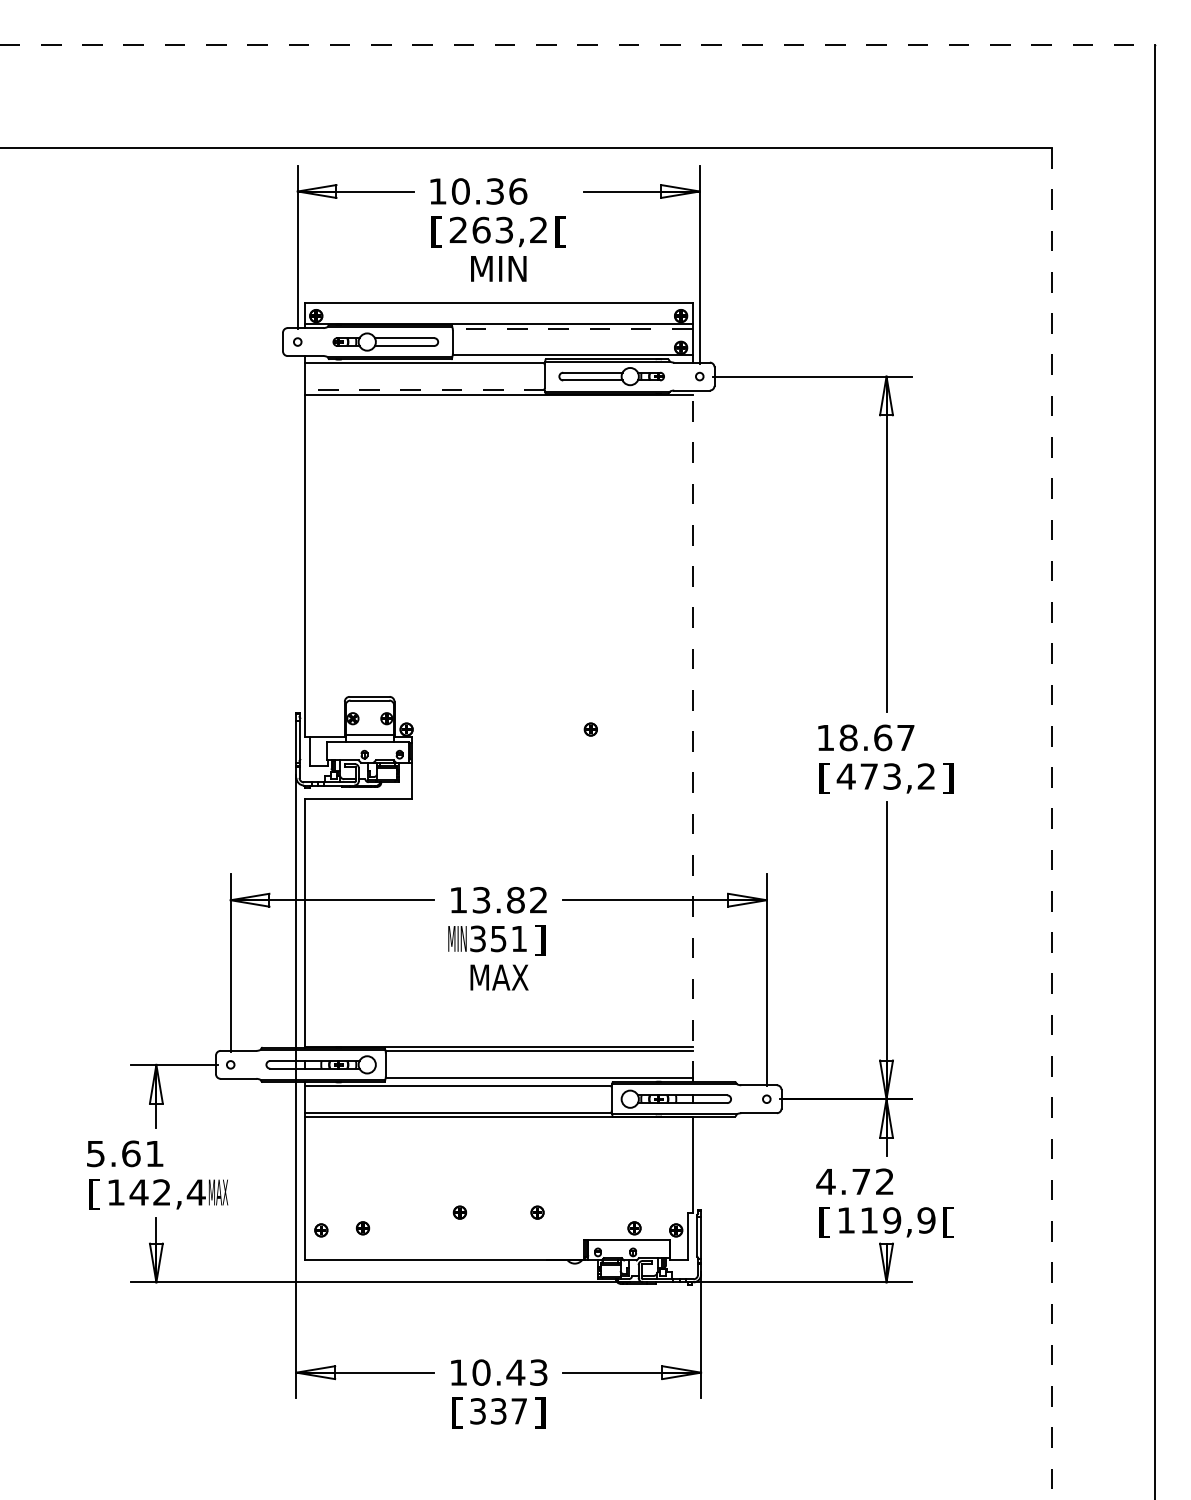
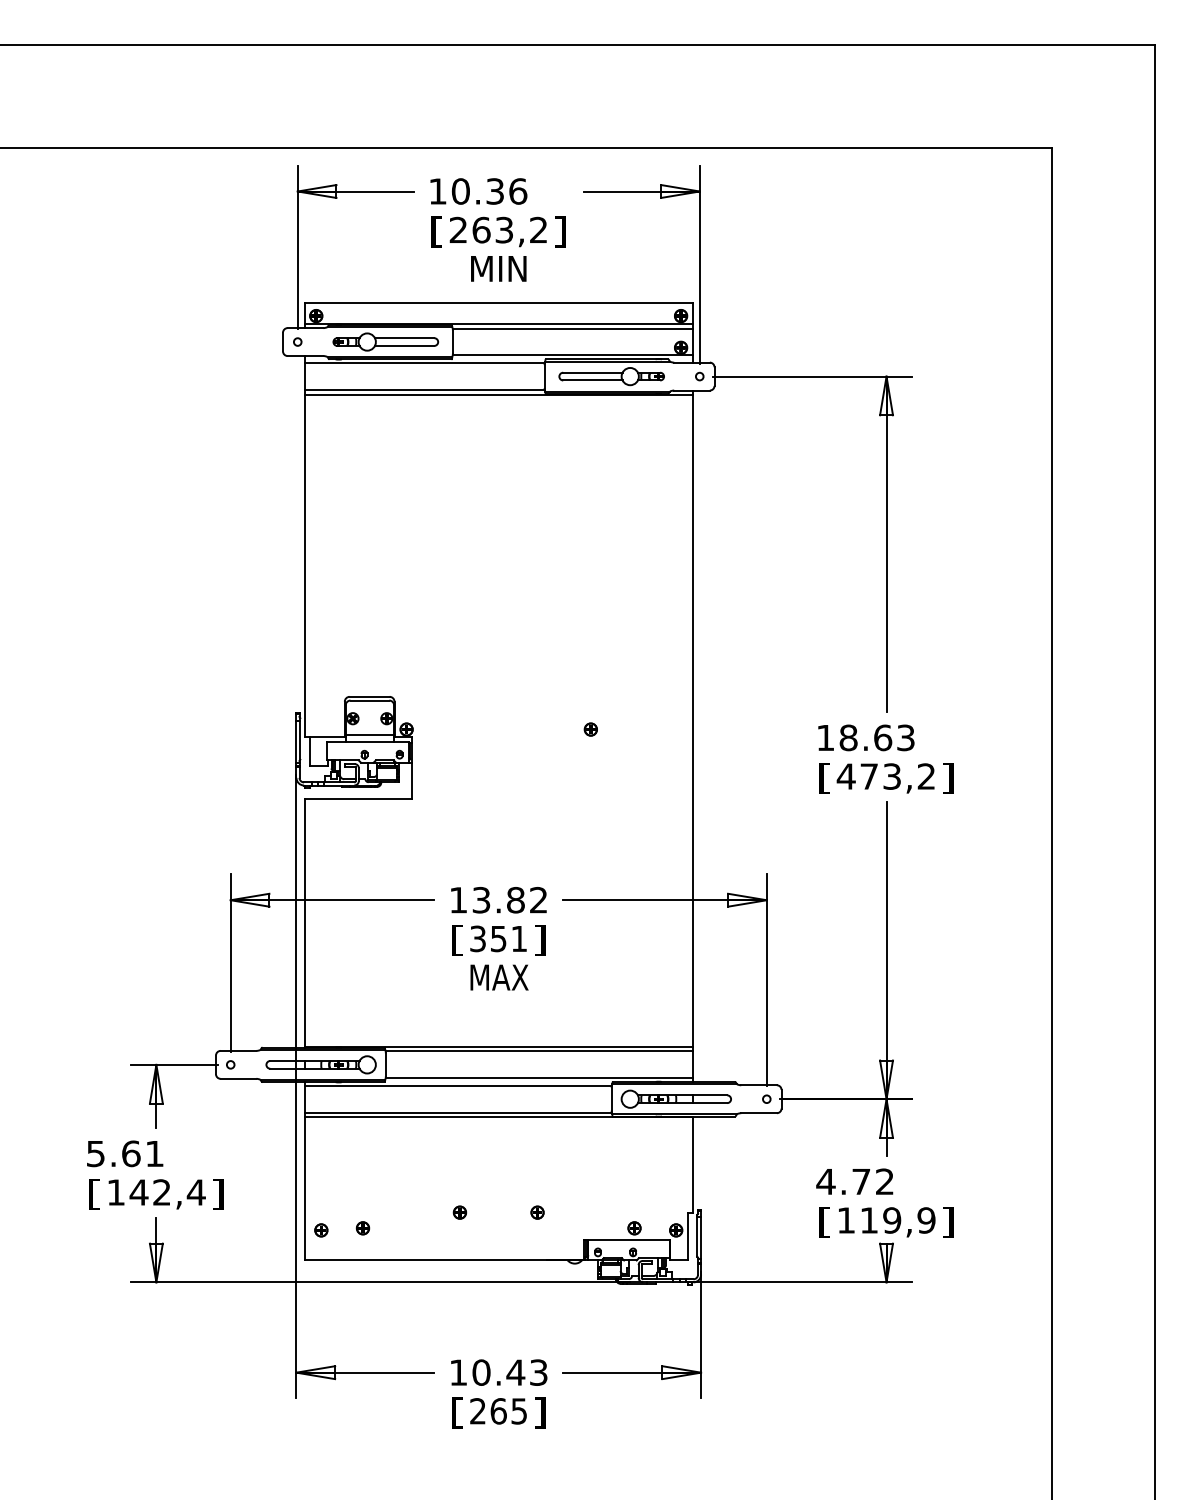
line at (578, 45): dashed -> solid
text at (560, 231): [ -> ]
line at (572, 328): dashed -> solid
line at (424, 390): dashed -> solid
line at (692, 736): dashed -> solid
text at (905, 737): 18.67 -> 18.63
line at (1051, 823): dashed -> solid
text at (457, 940): MIN -> [
text at (218, 1194): MAX -> ]
text at (948, 1222): [ -> ]
text at (498, 1411): 337 -> 265
